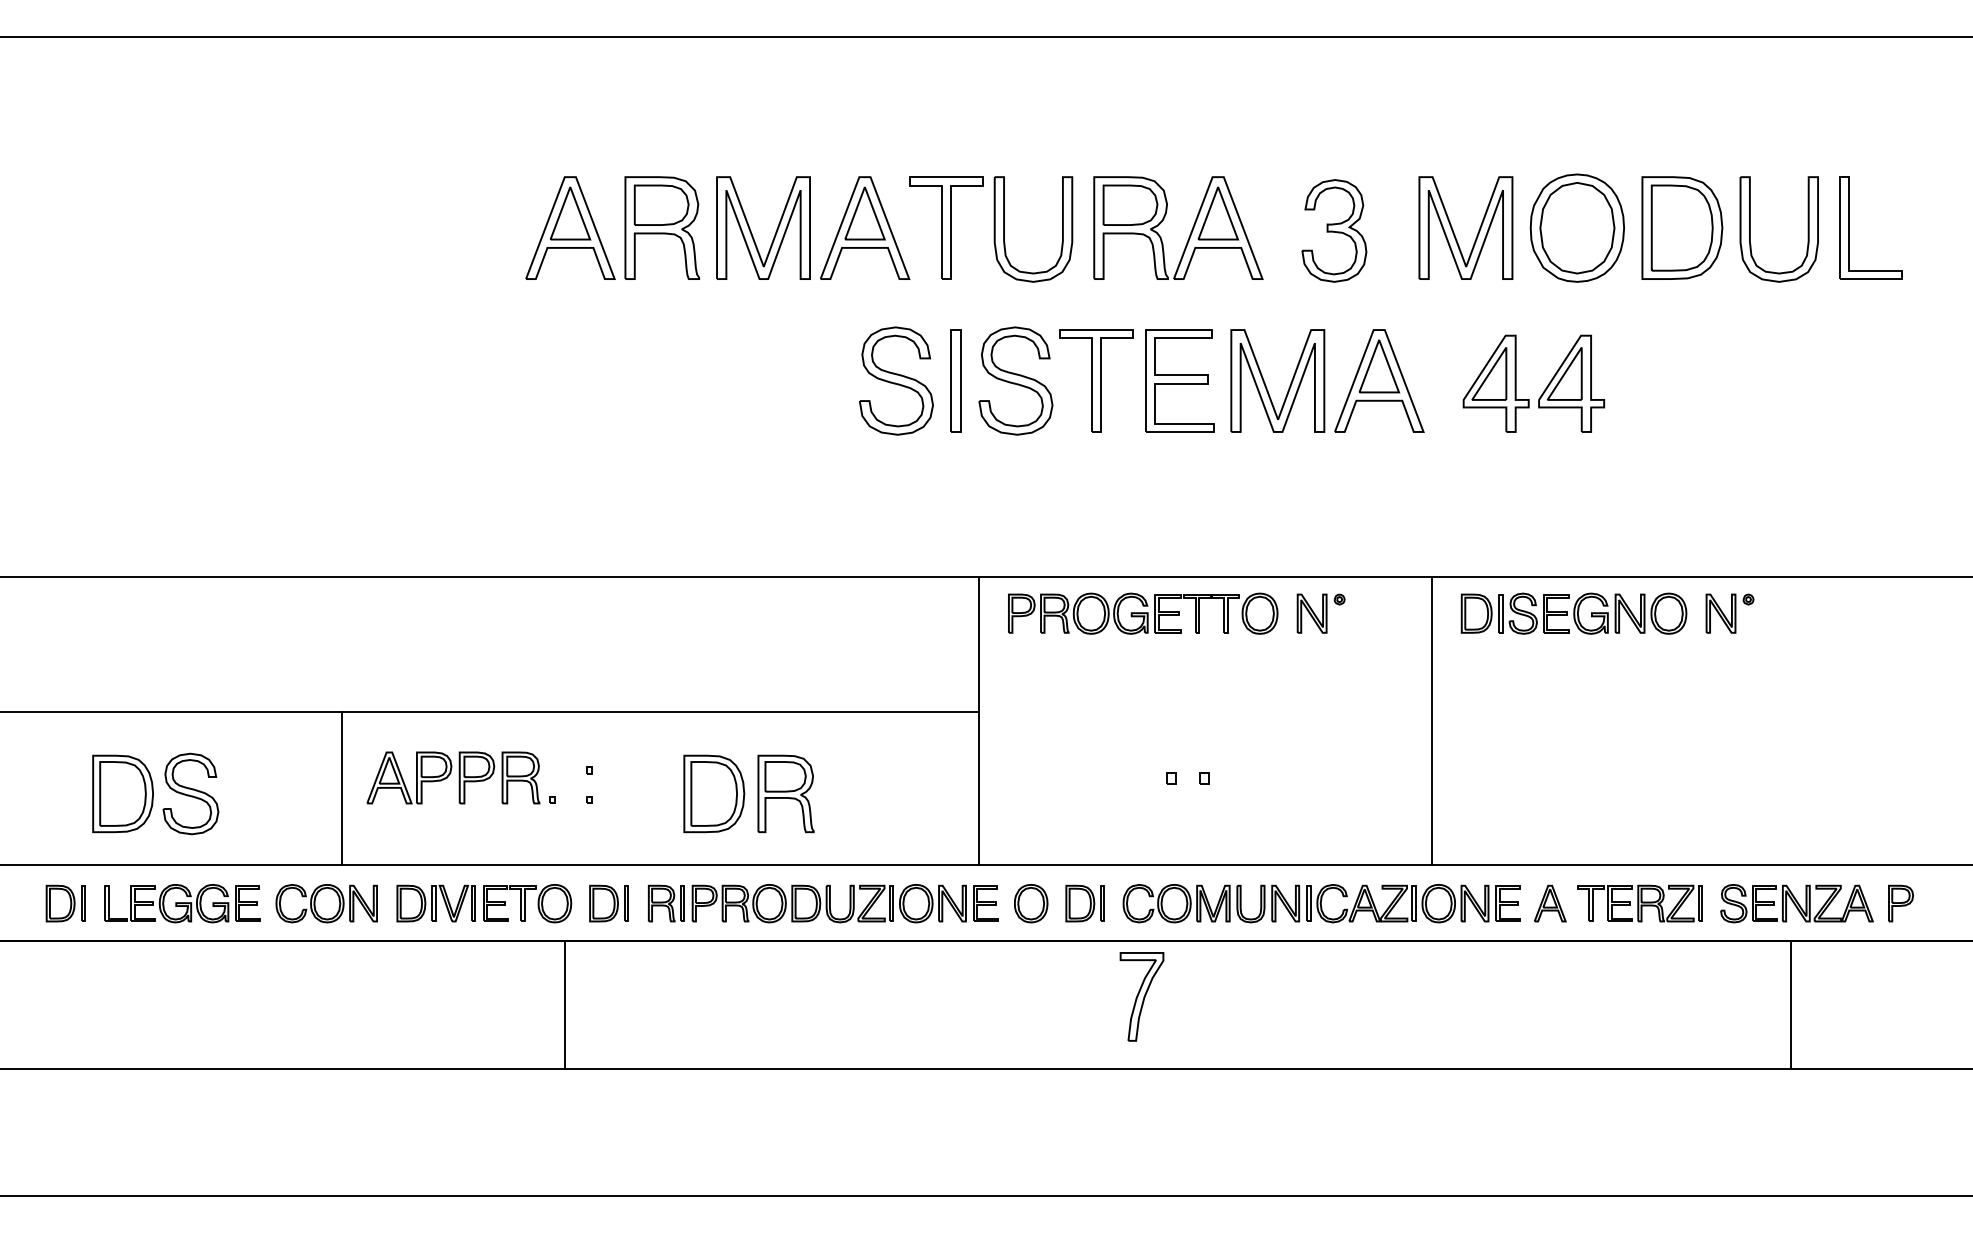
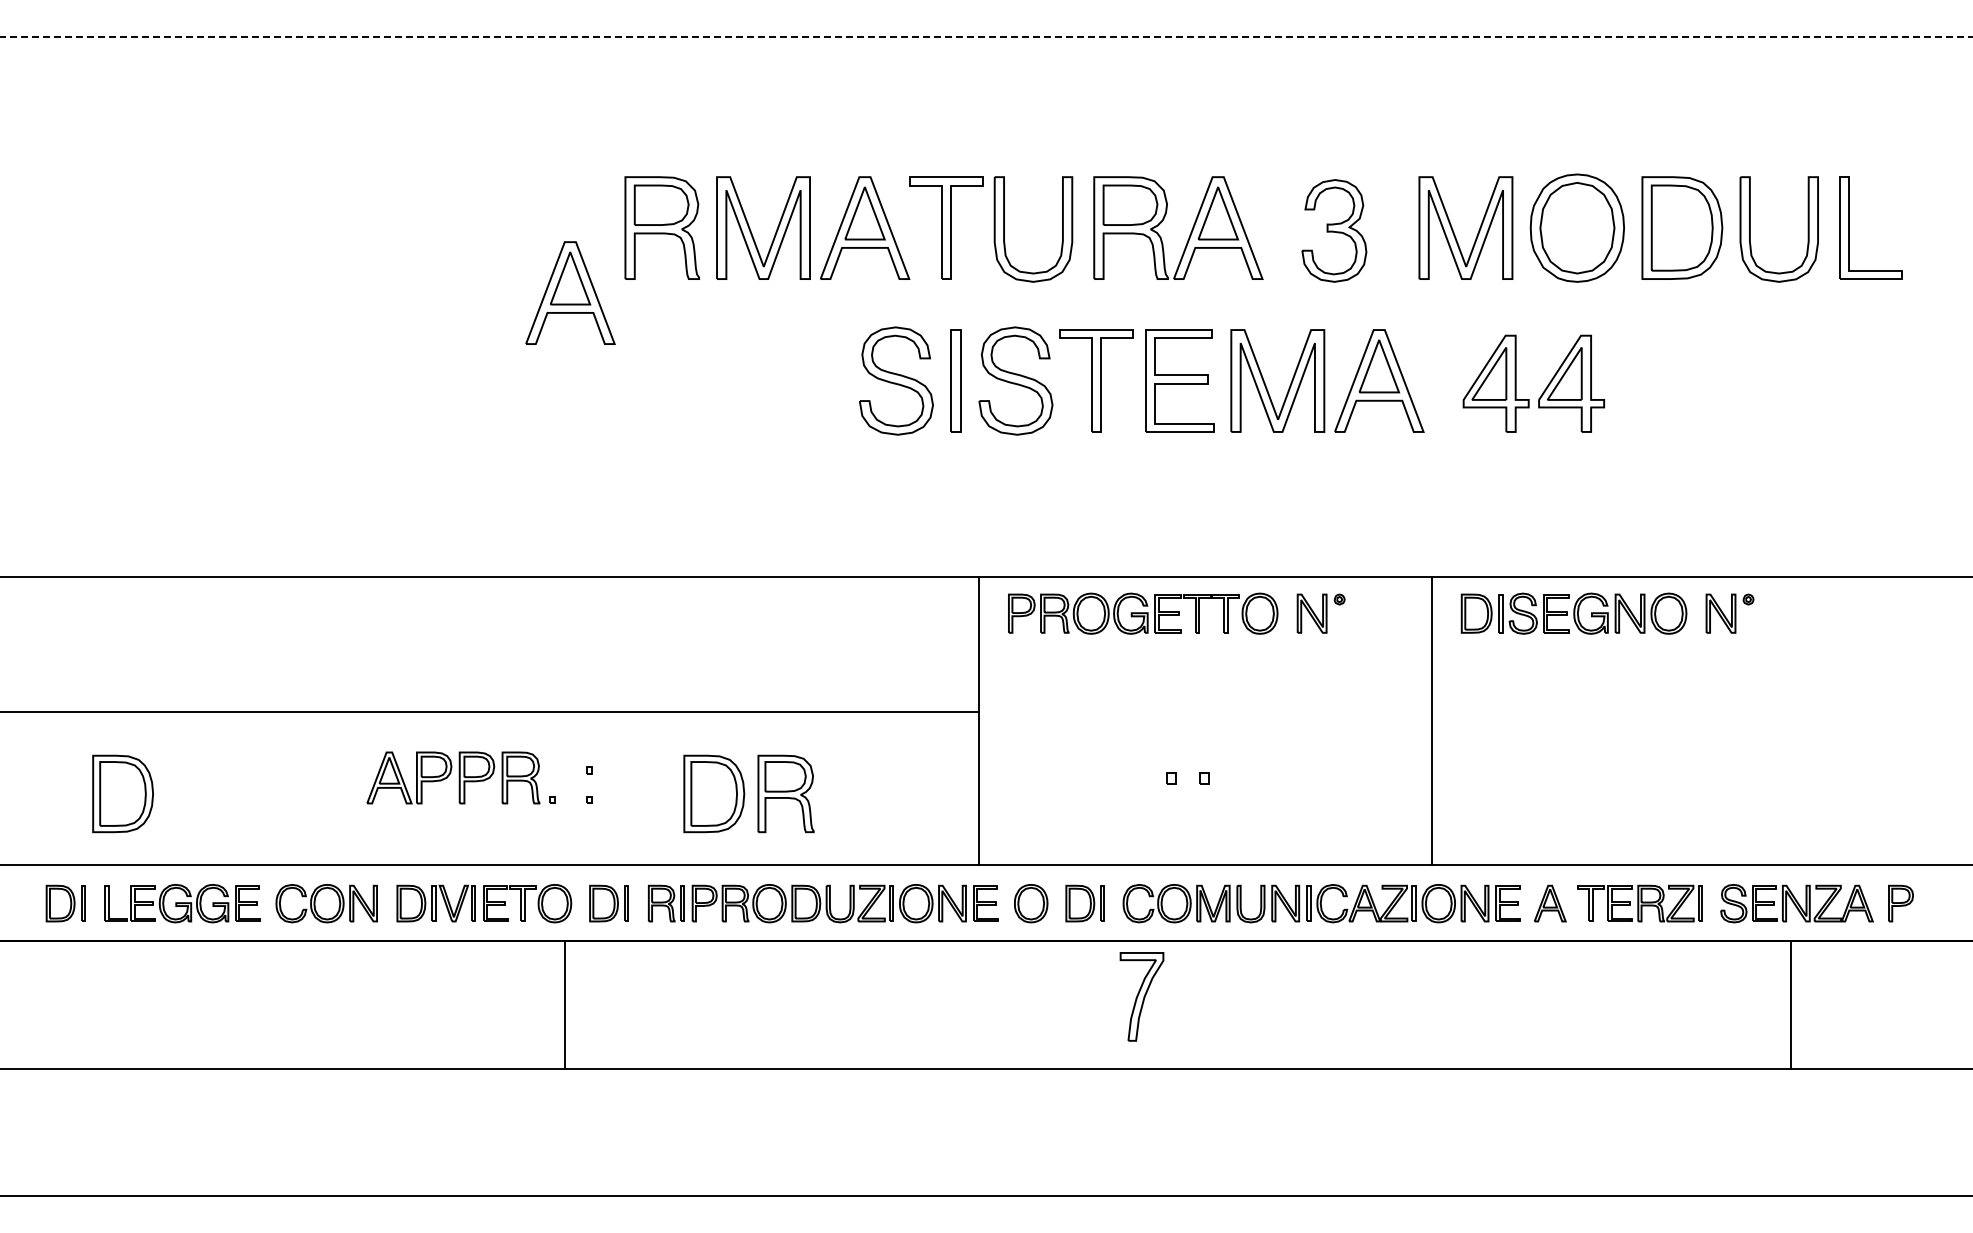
line at (987, 36): solid -> dashed
part at (570, 227) position: (570, 227) -> (570, 292)
line at (342, 788): present -> none
part at (190, 793): present -> none
